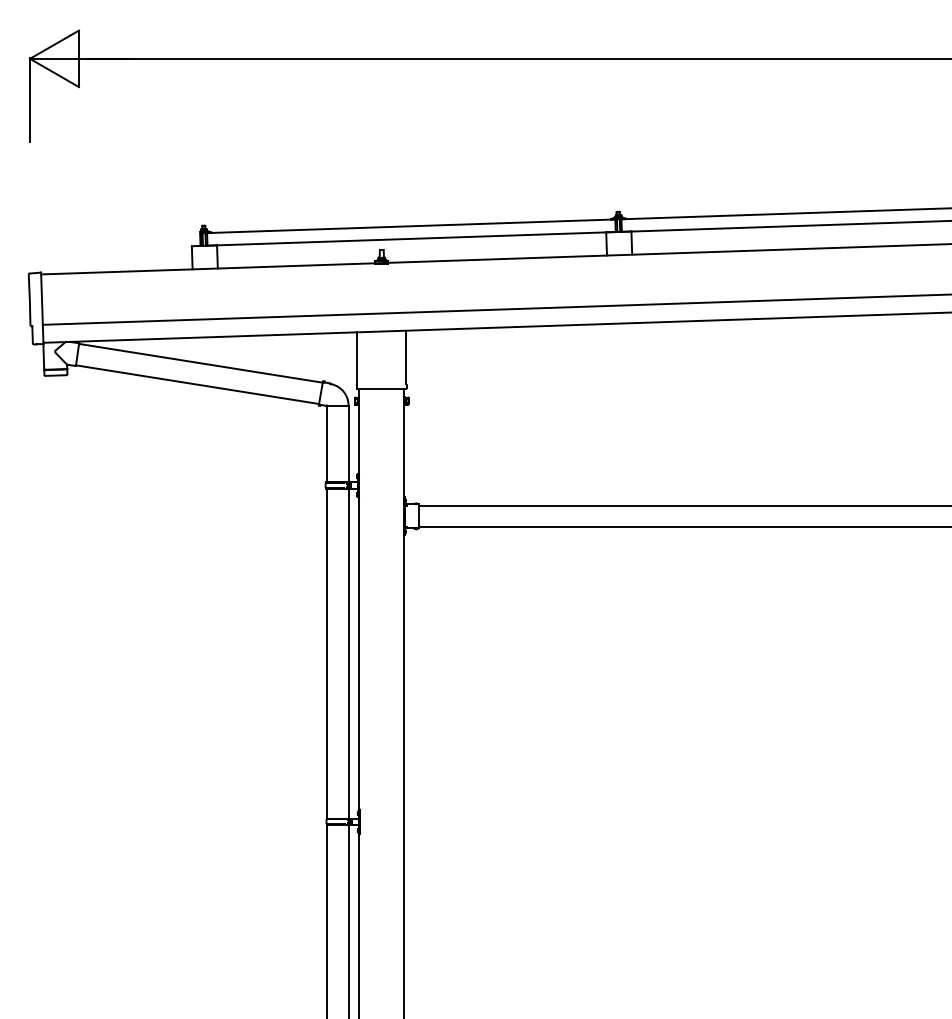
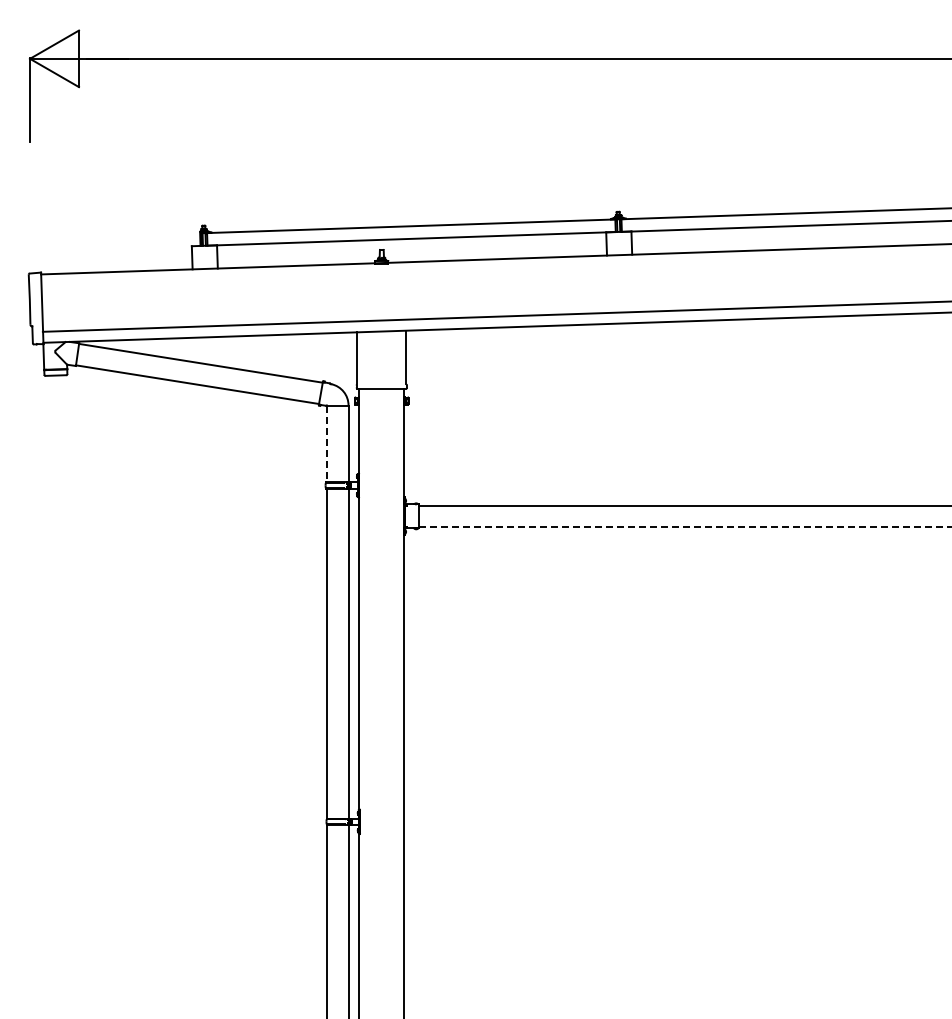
line at (495, 309) position: (495, 309) -> (495, 316)
line at (326, 444): solid -> dashed
line at (686, 527): solid -> dashed
